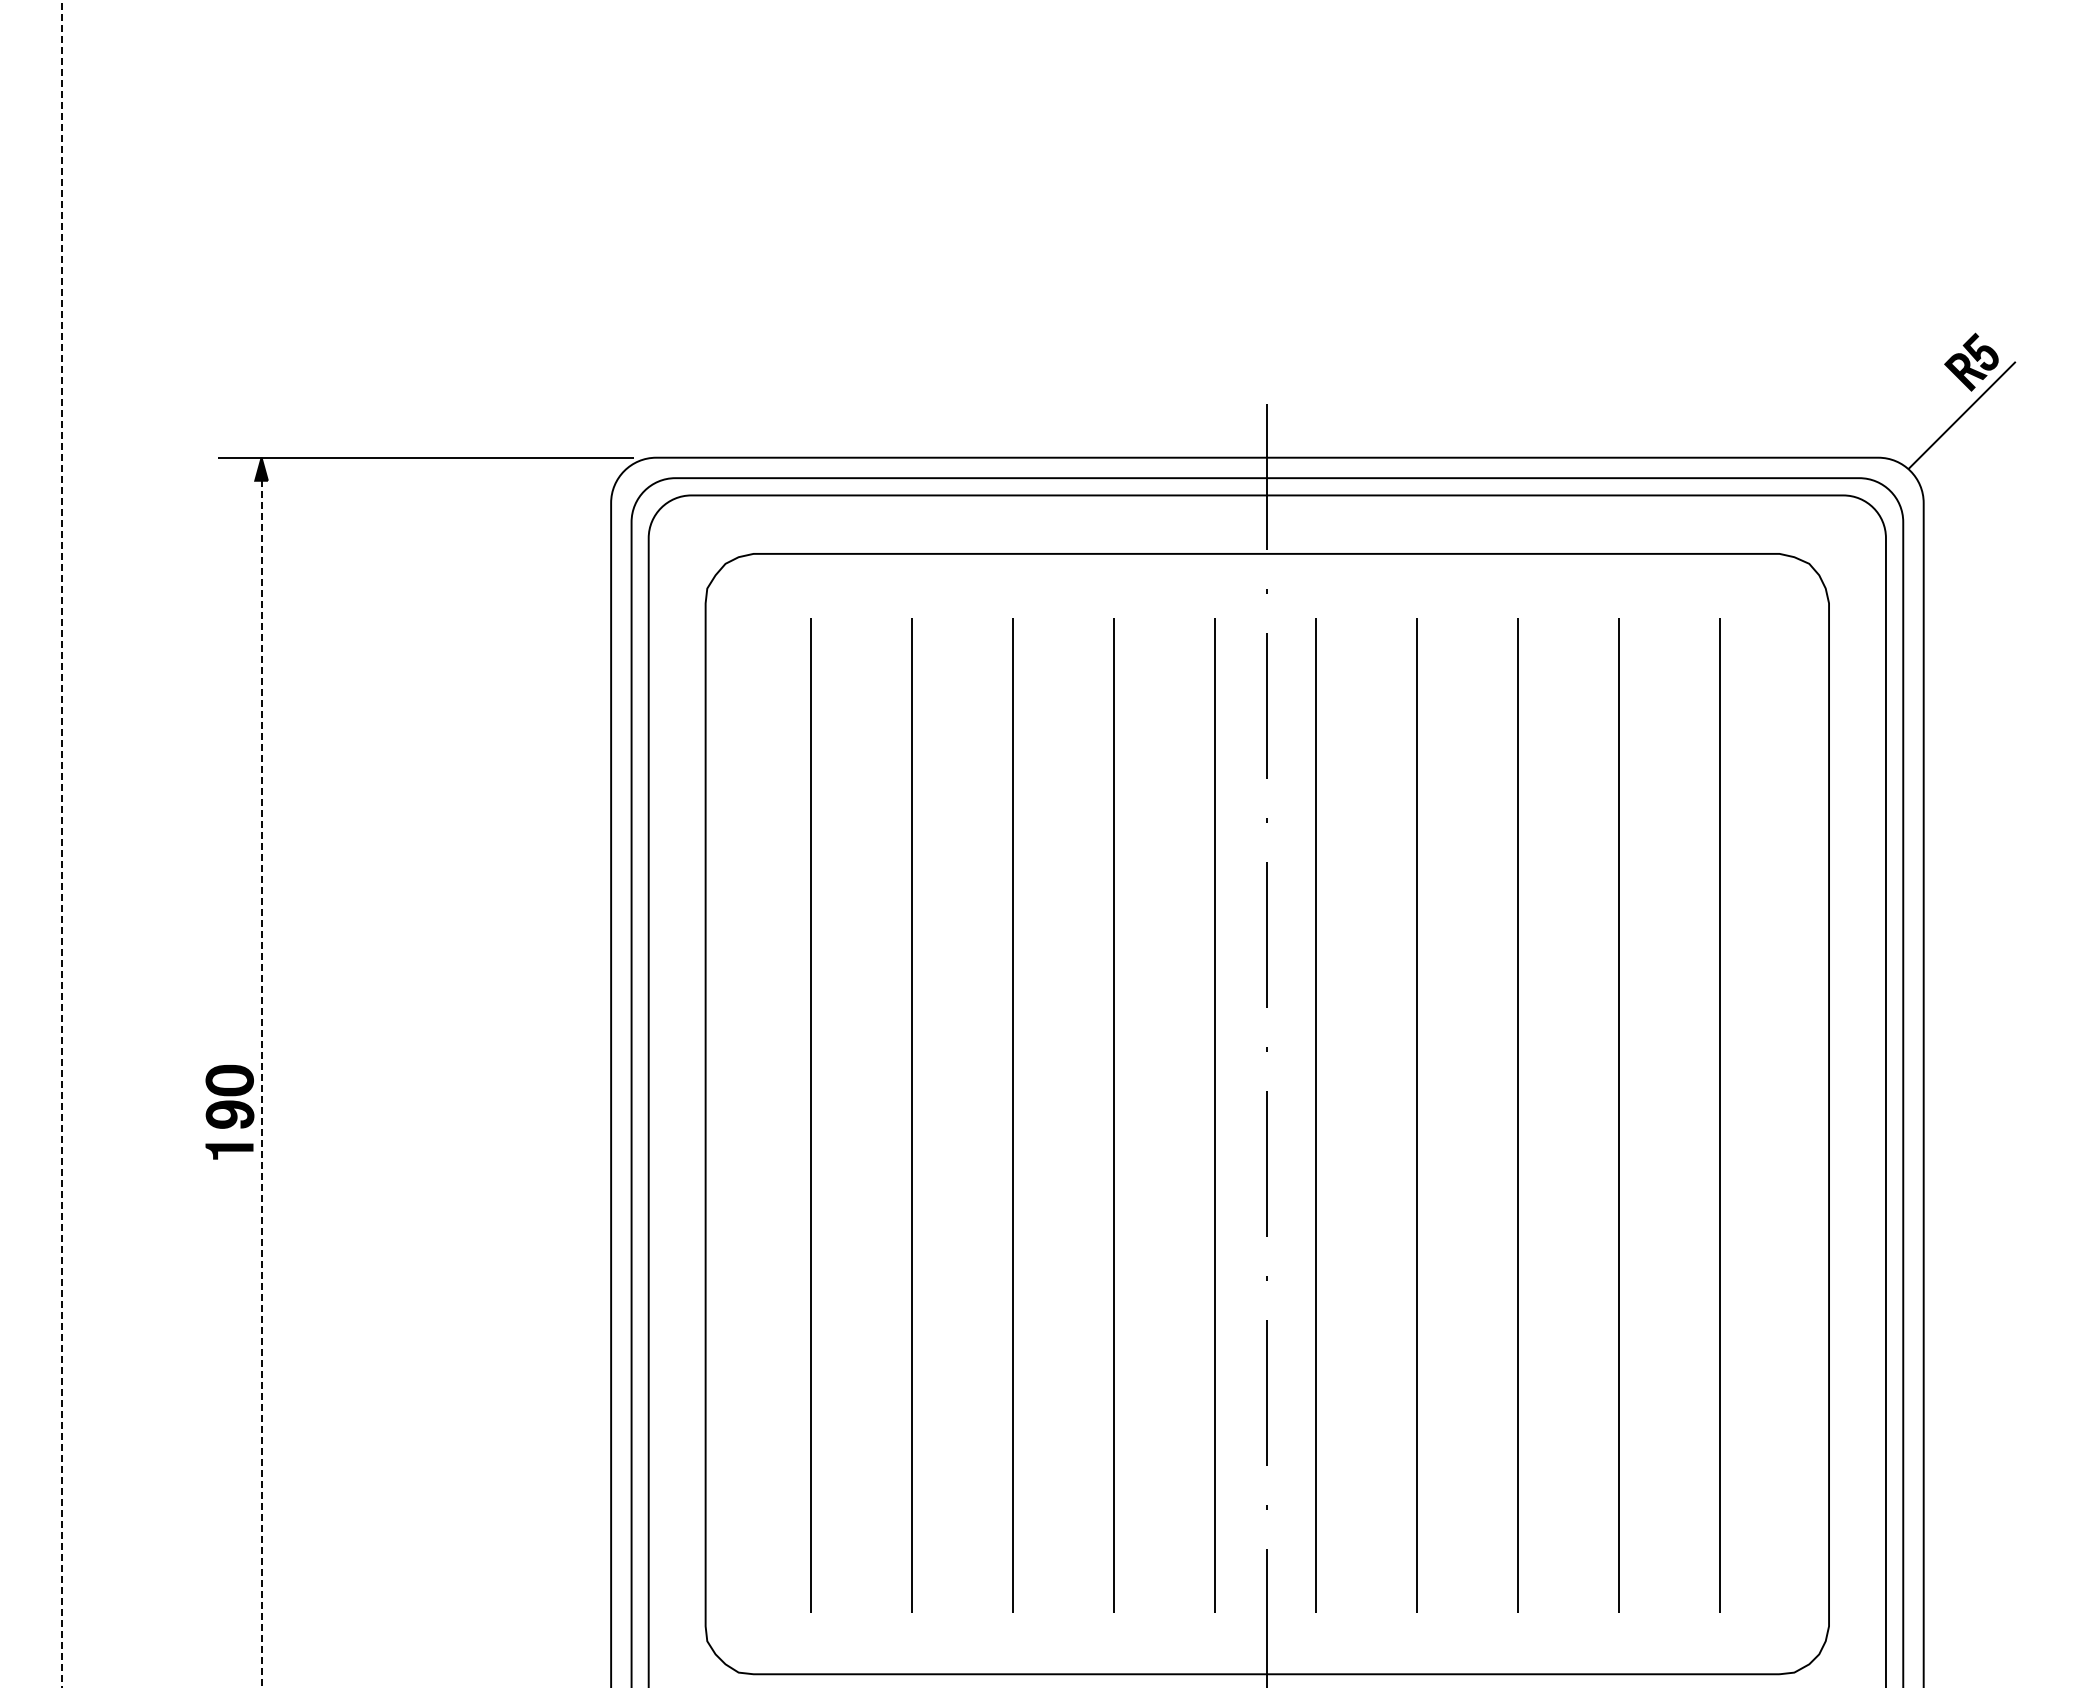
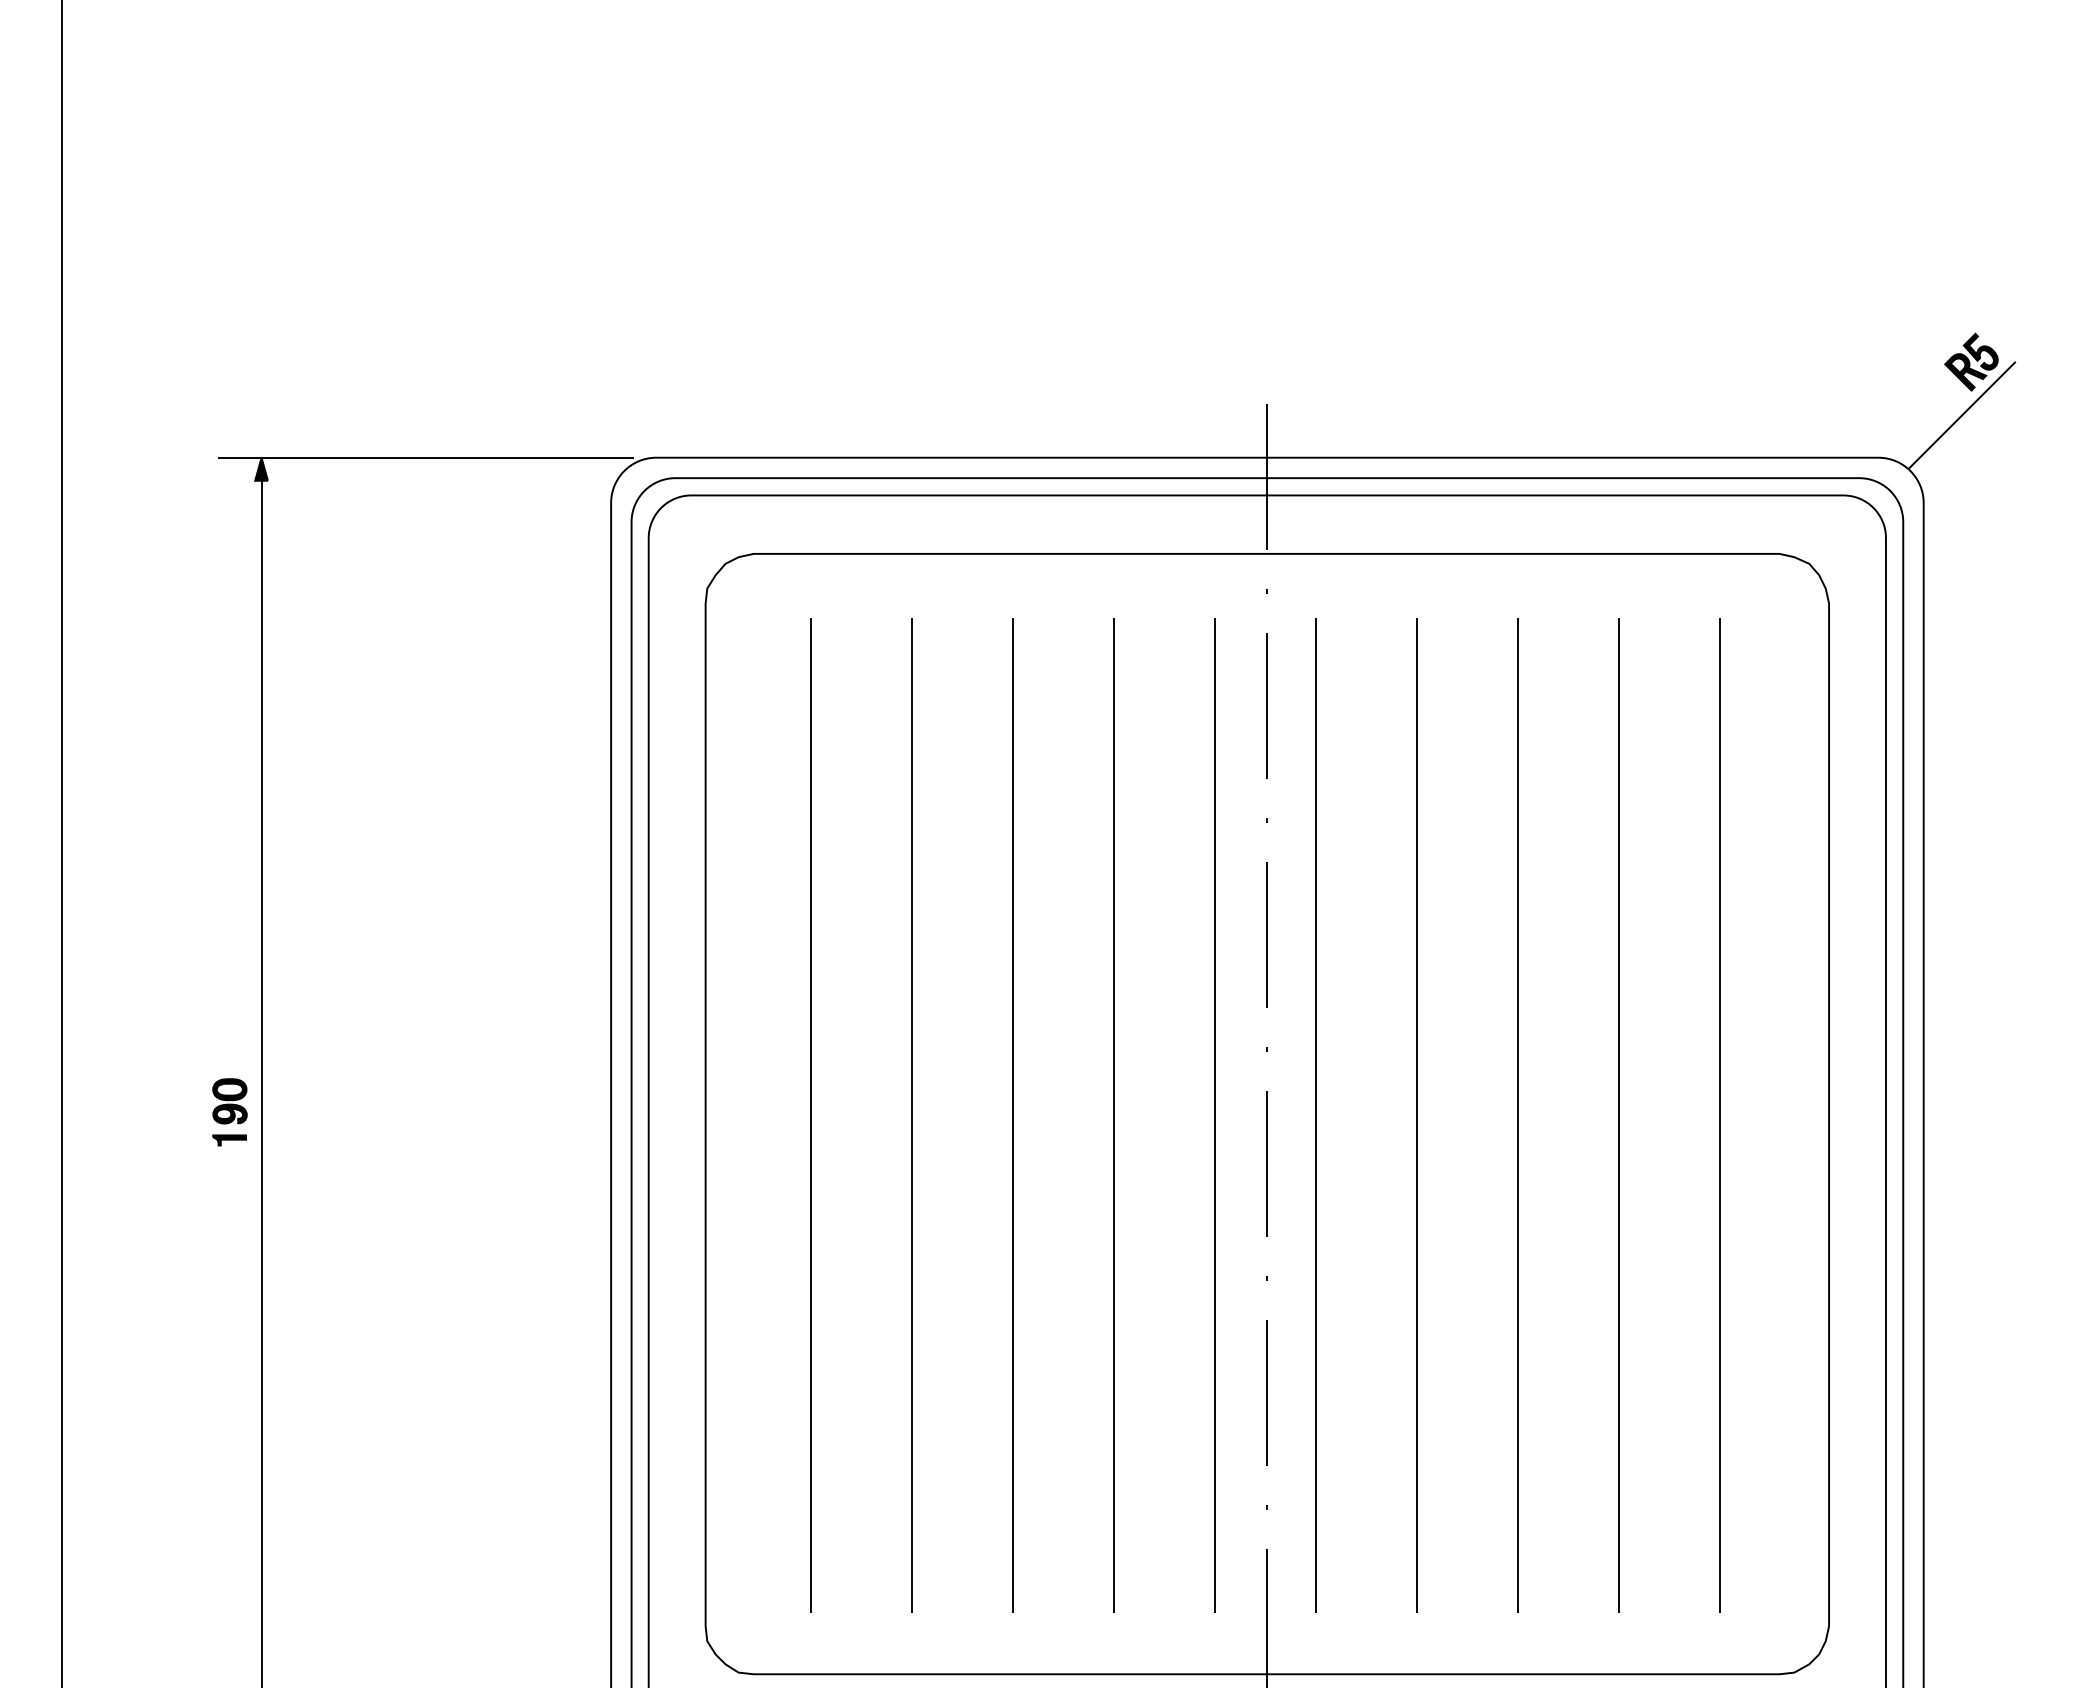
line at (62, 843): dashed -> solid
line at (261, 1072): dashed -> solid
part at (229, 1112) size: 50x95 px -> 36x69 px
